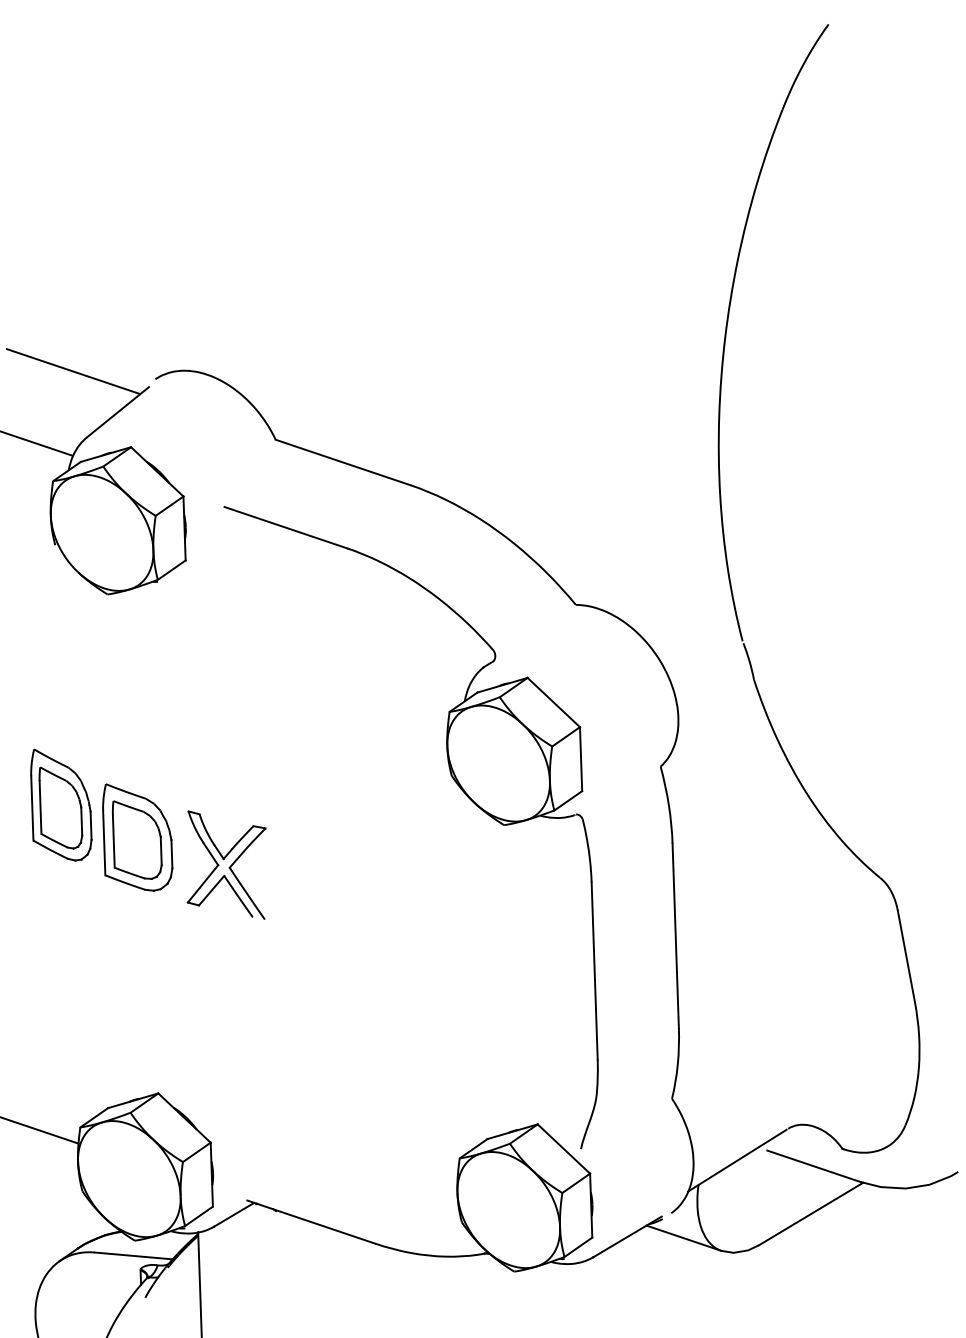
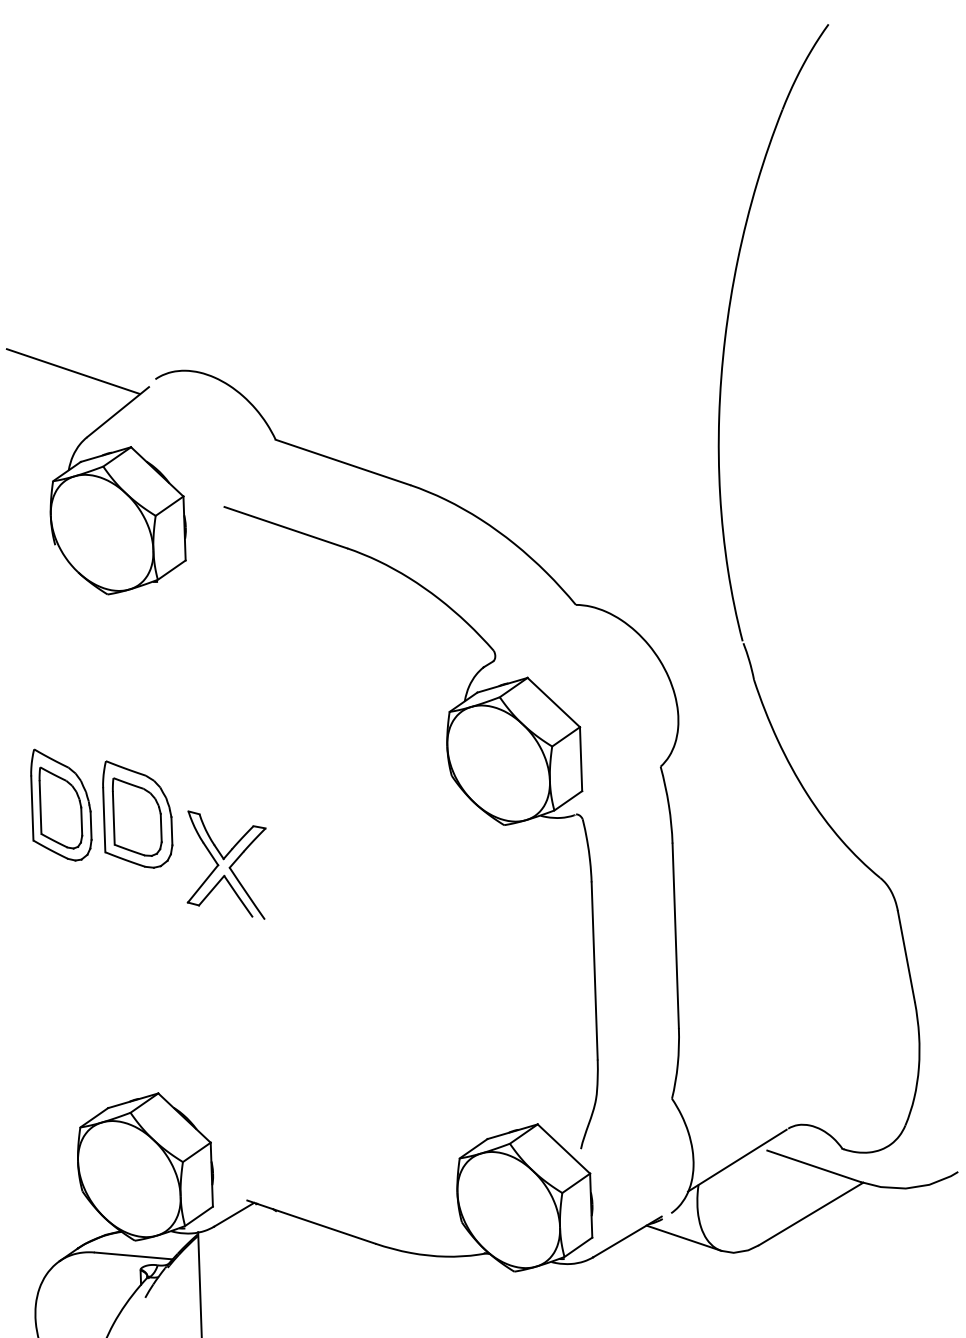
line at (37, 443): present -> none
part at (137, 837) position: (137, 837) -> (137, 814)
line at (40, 1130): present -> none
